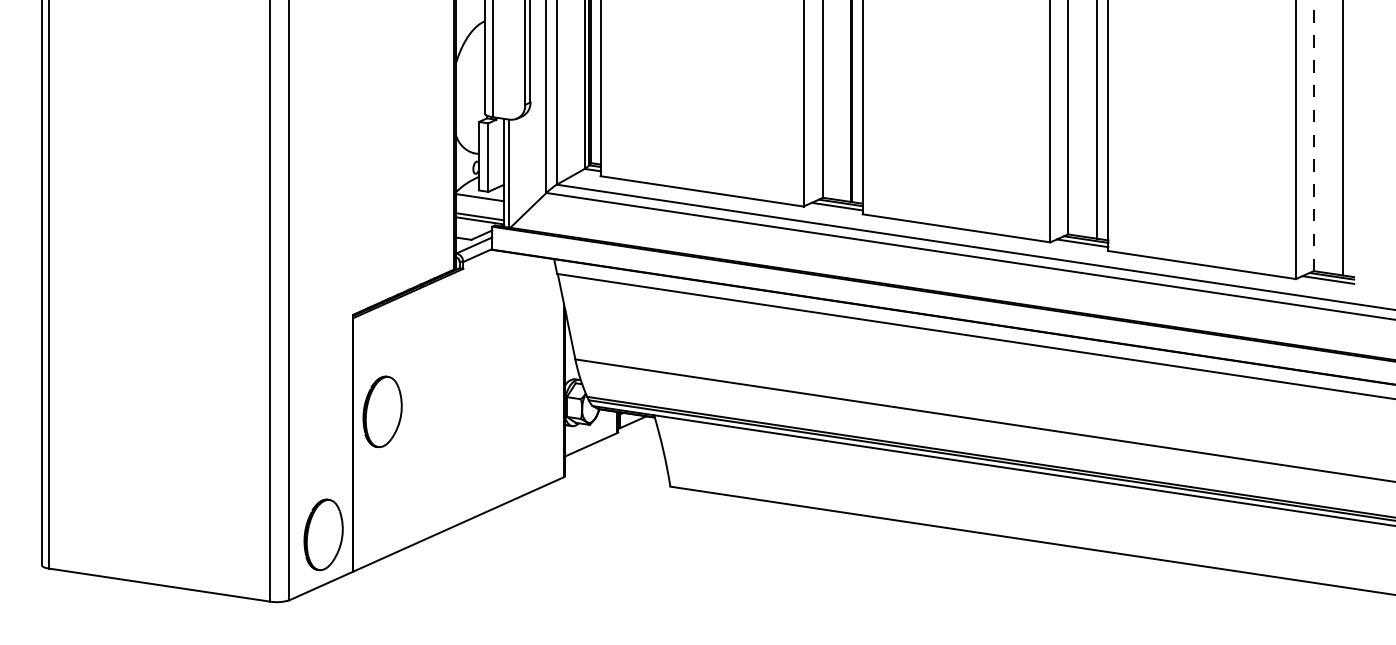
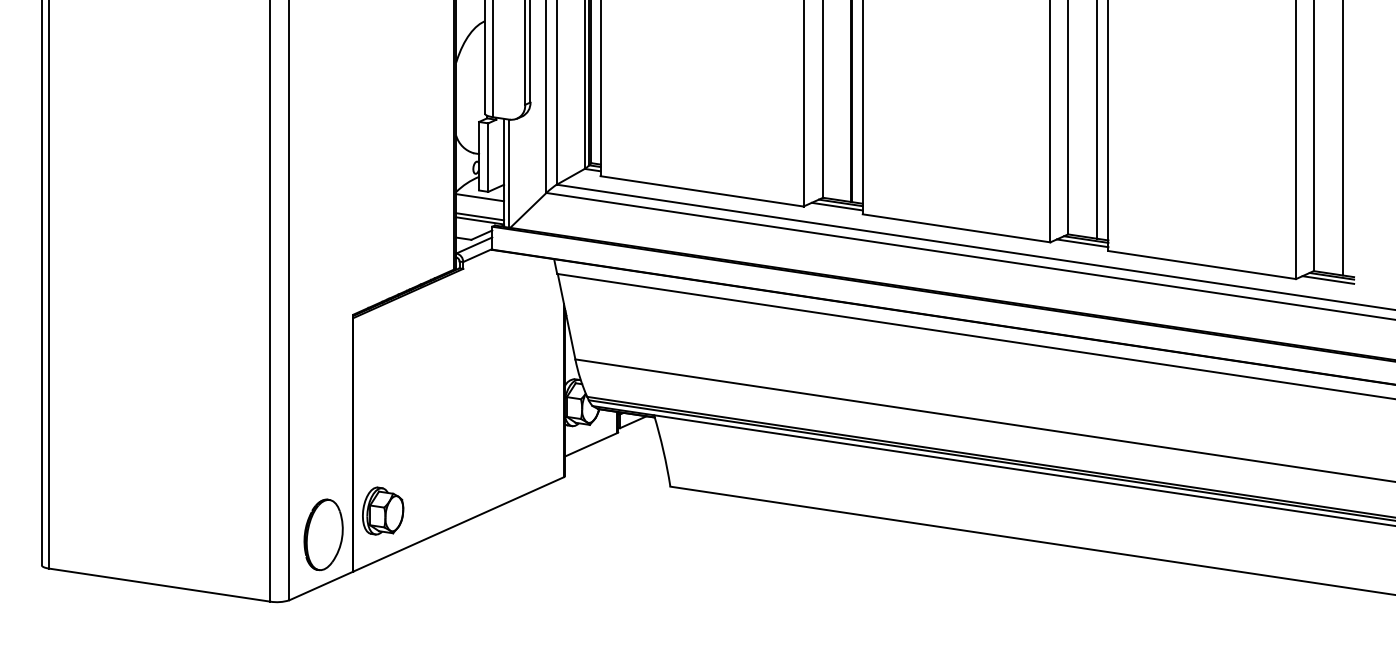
line at (1313, 135): dashed -> solid
part at (382, 411): present -> none
part at (383, 510): none -> present
